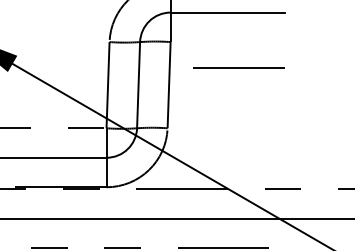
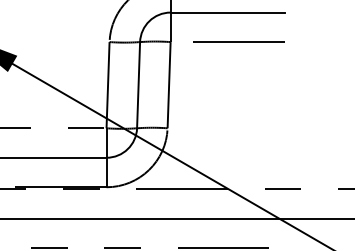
line at (238, 67) position: (238, 67) -> (238, 41)
